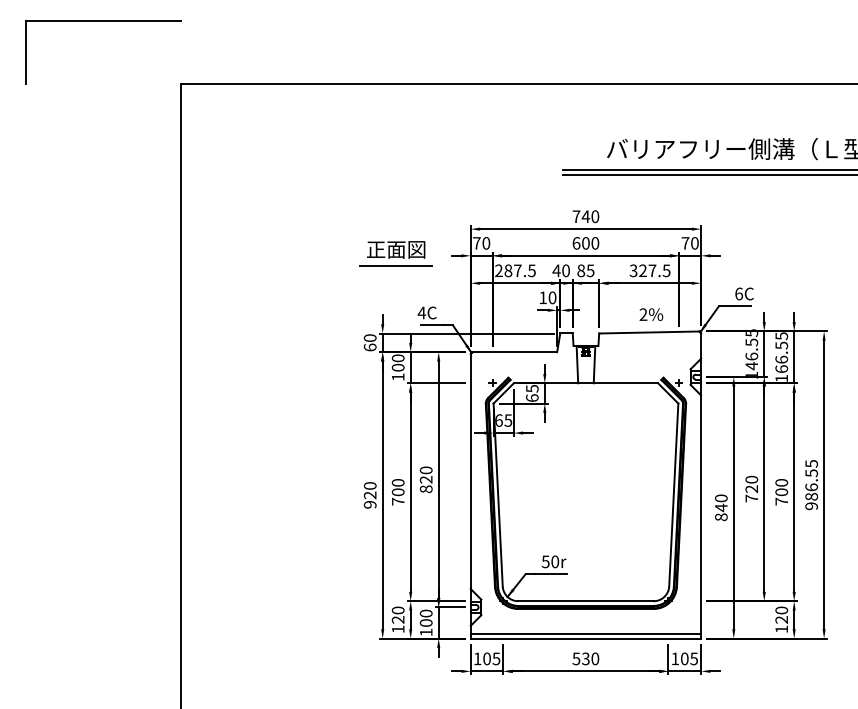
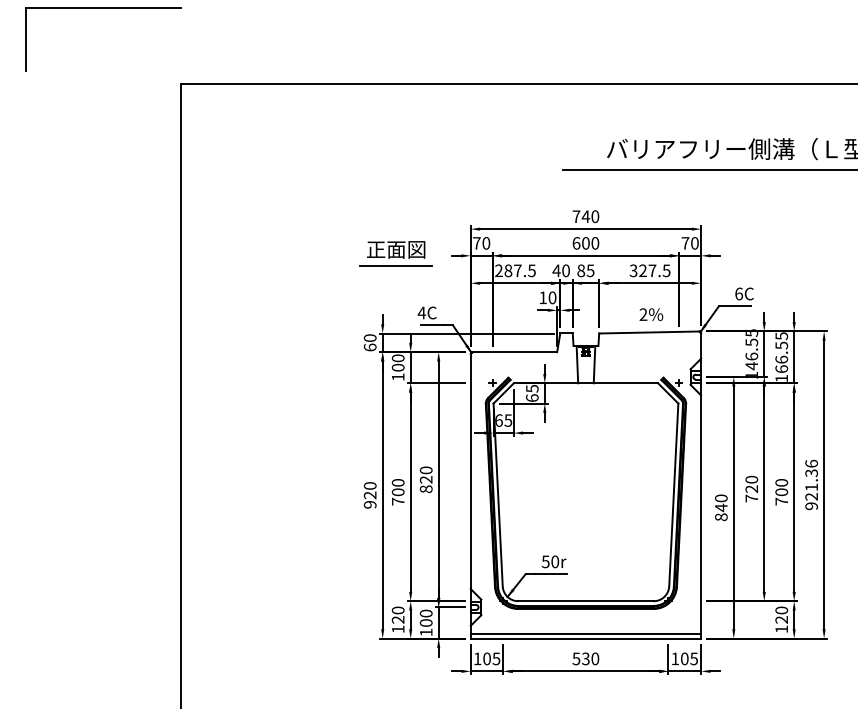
part at (103, 21) position: (103, 21) -> (103, 8)
line at (708, 174): present -> none
text at (811, 479): 986.55 -> 921.36
